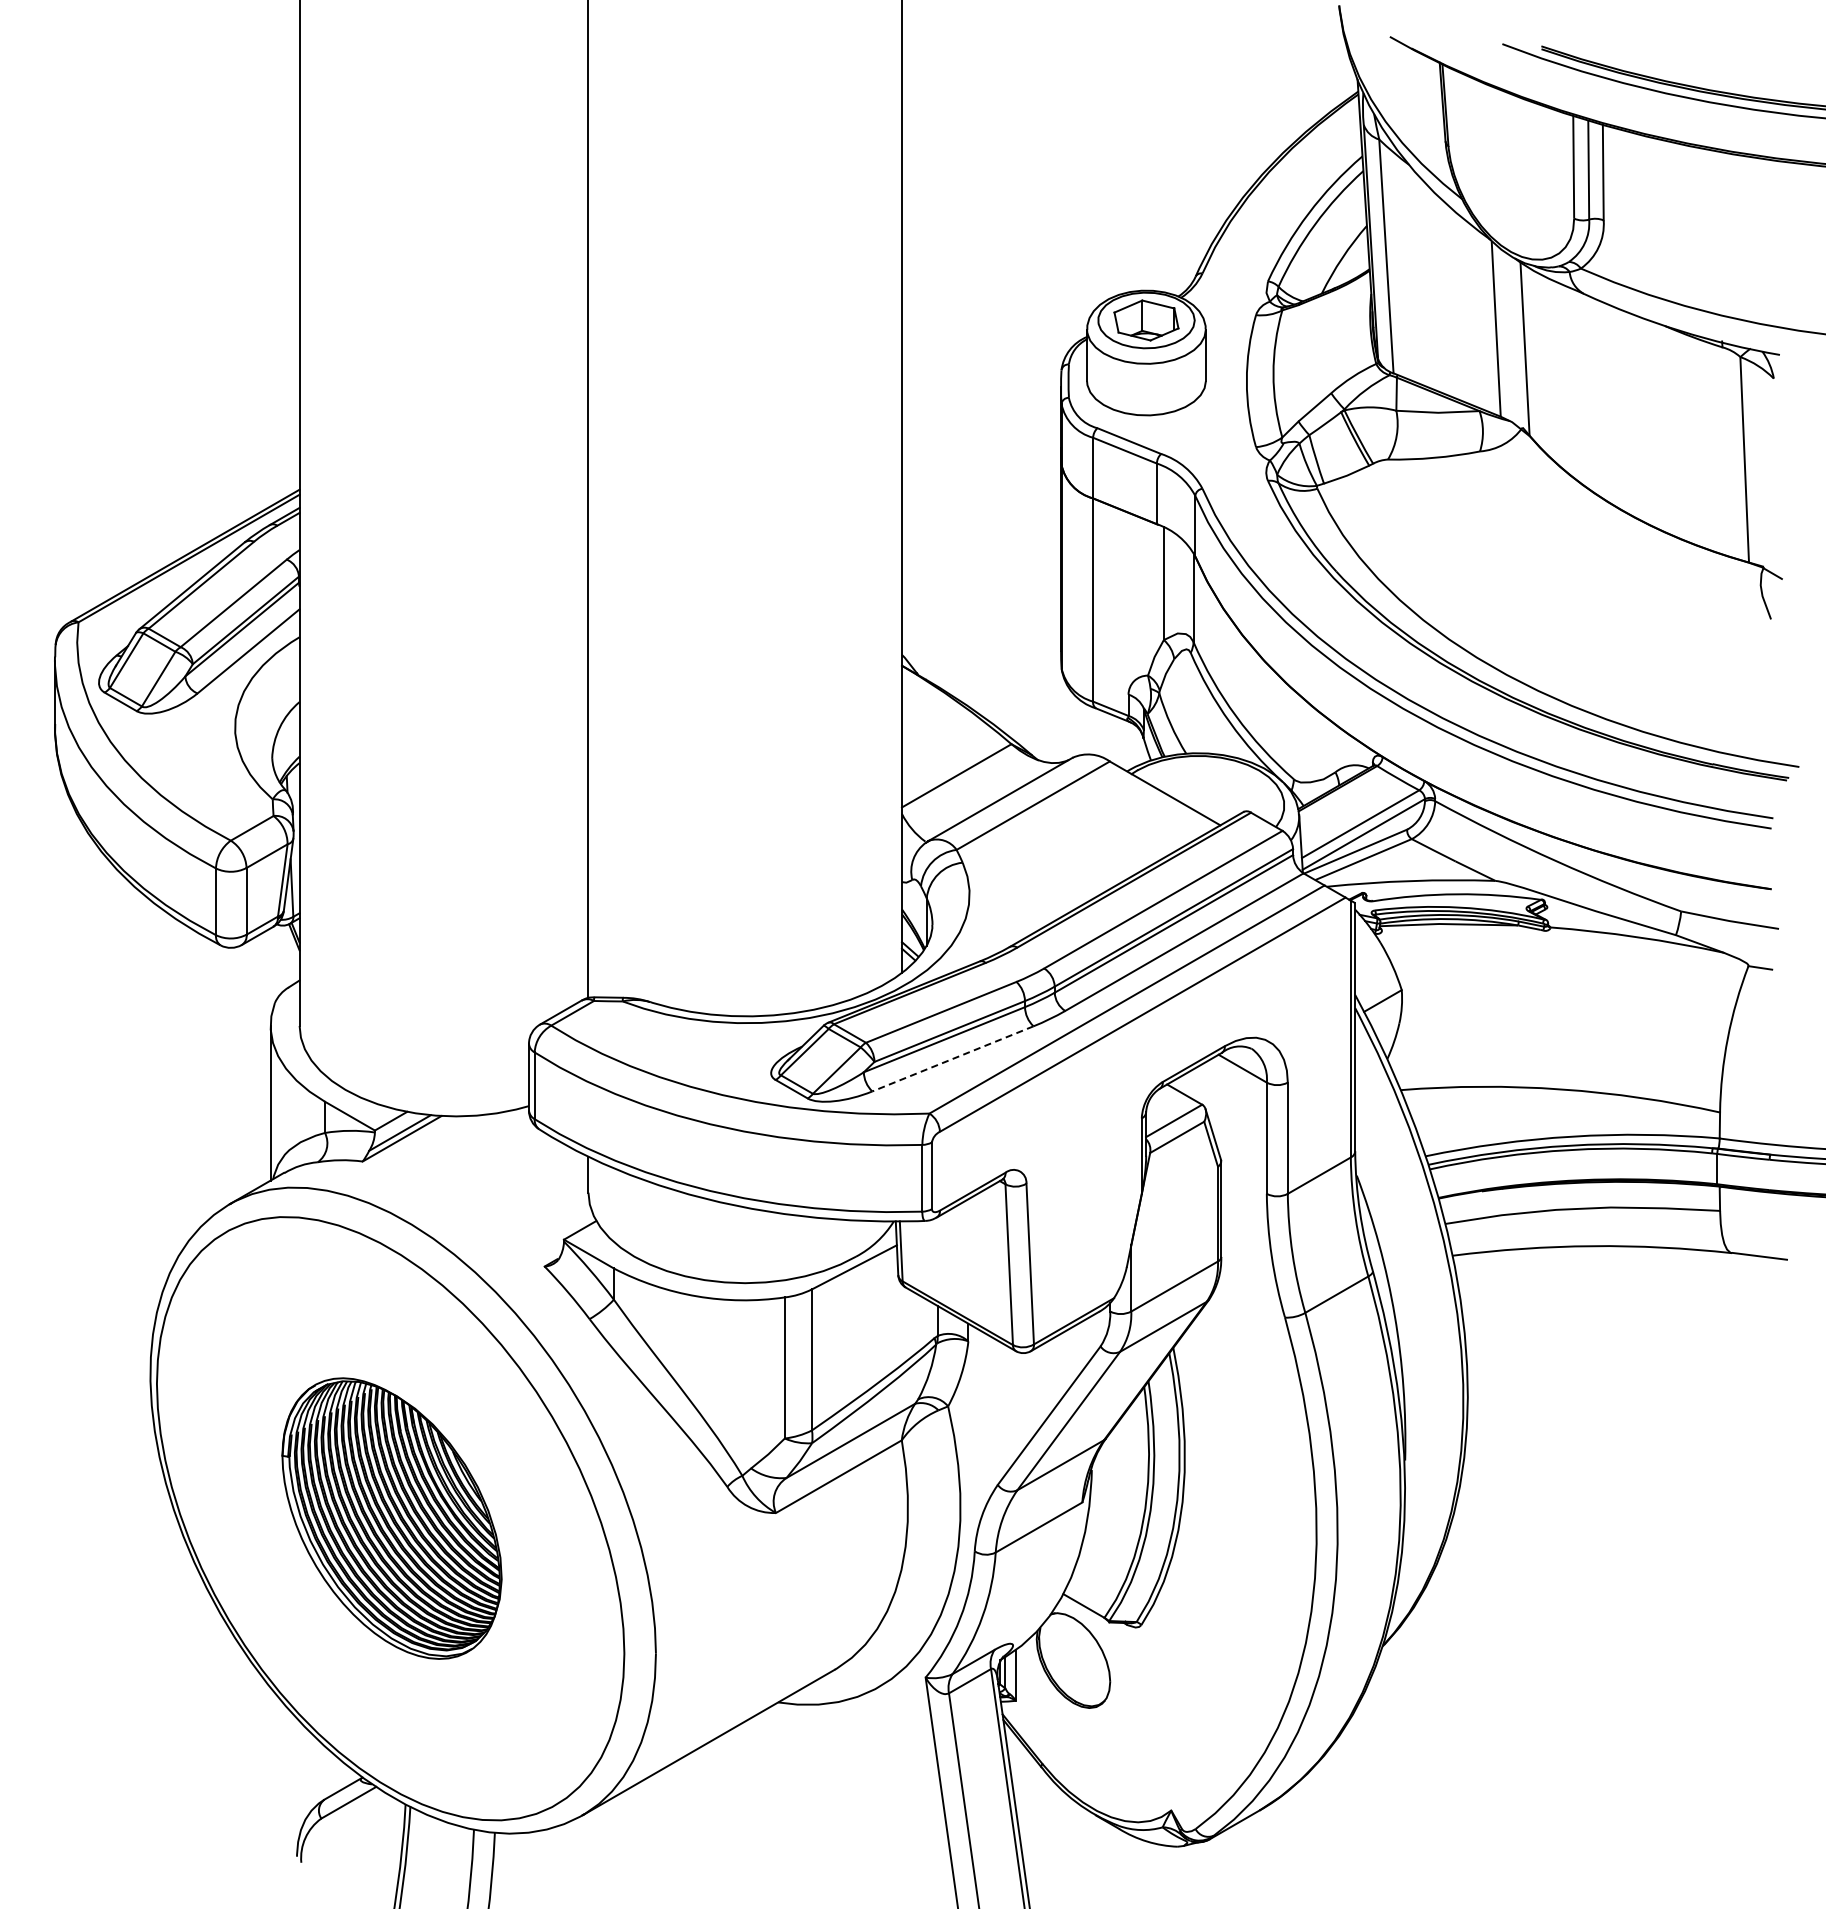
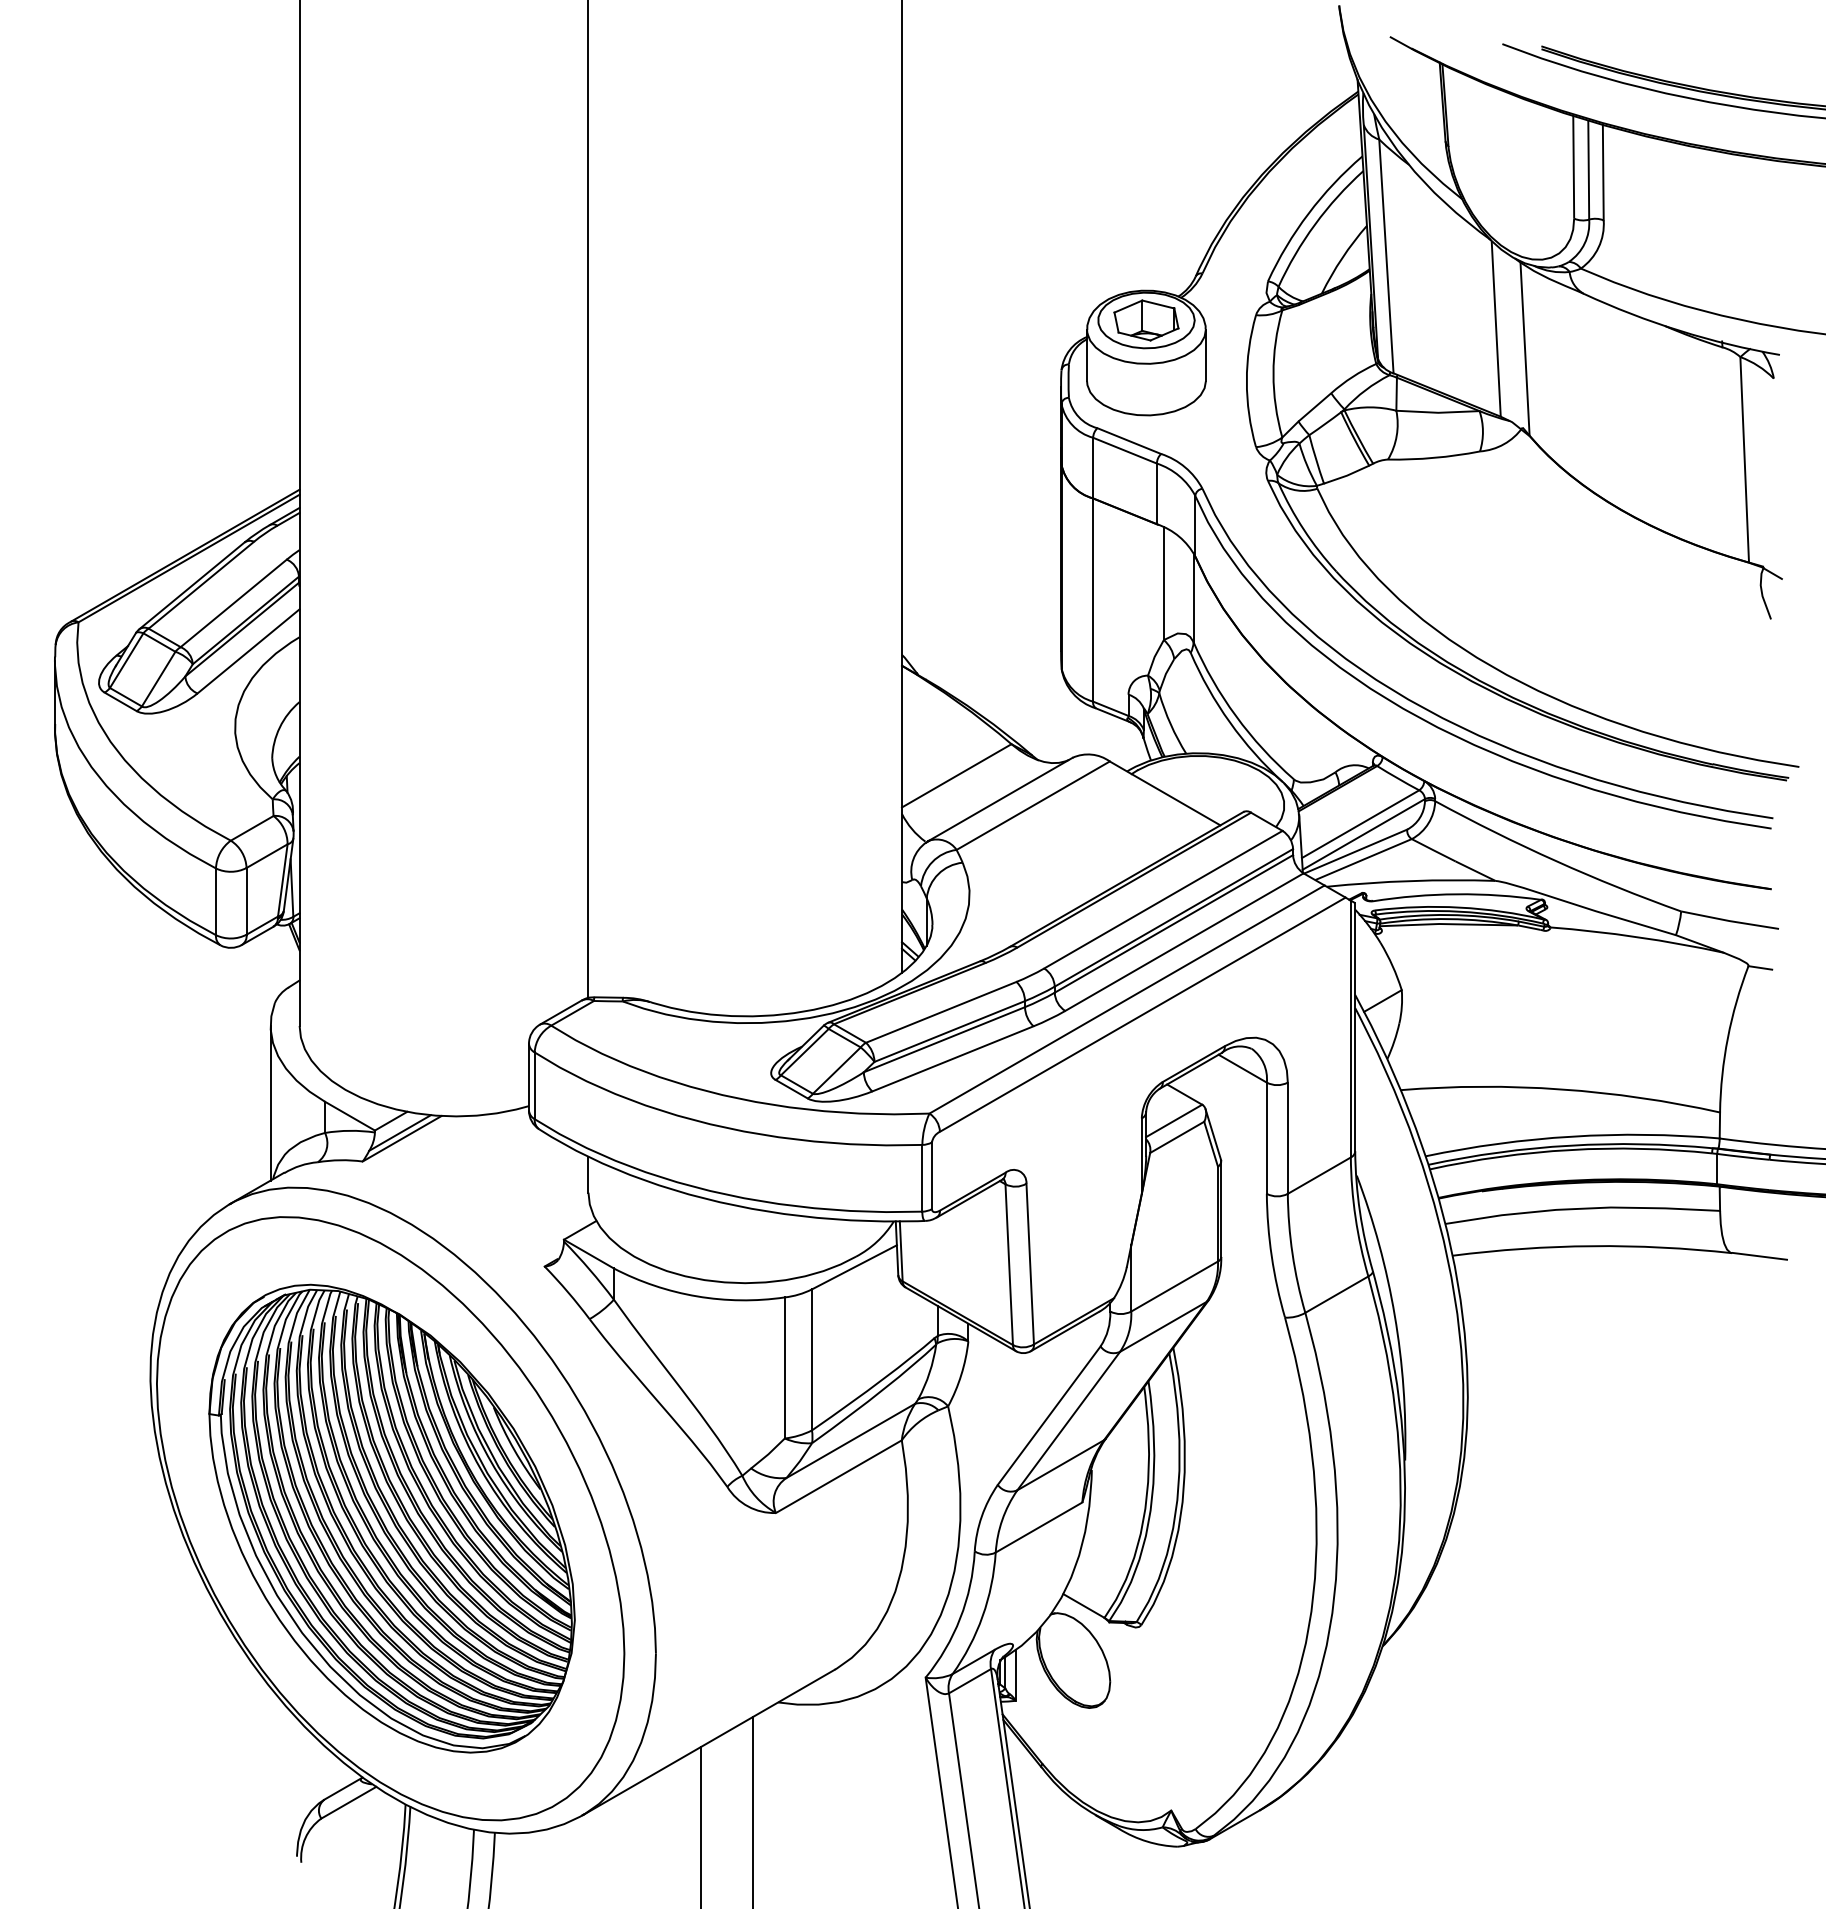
line at (952, 1058): dashed -> solid
part at (391, 1518) size: 222x283 px -> 368x471 px
line at (753, 1810): none -> present
line at (700, 1826): none -> present
